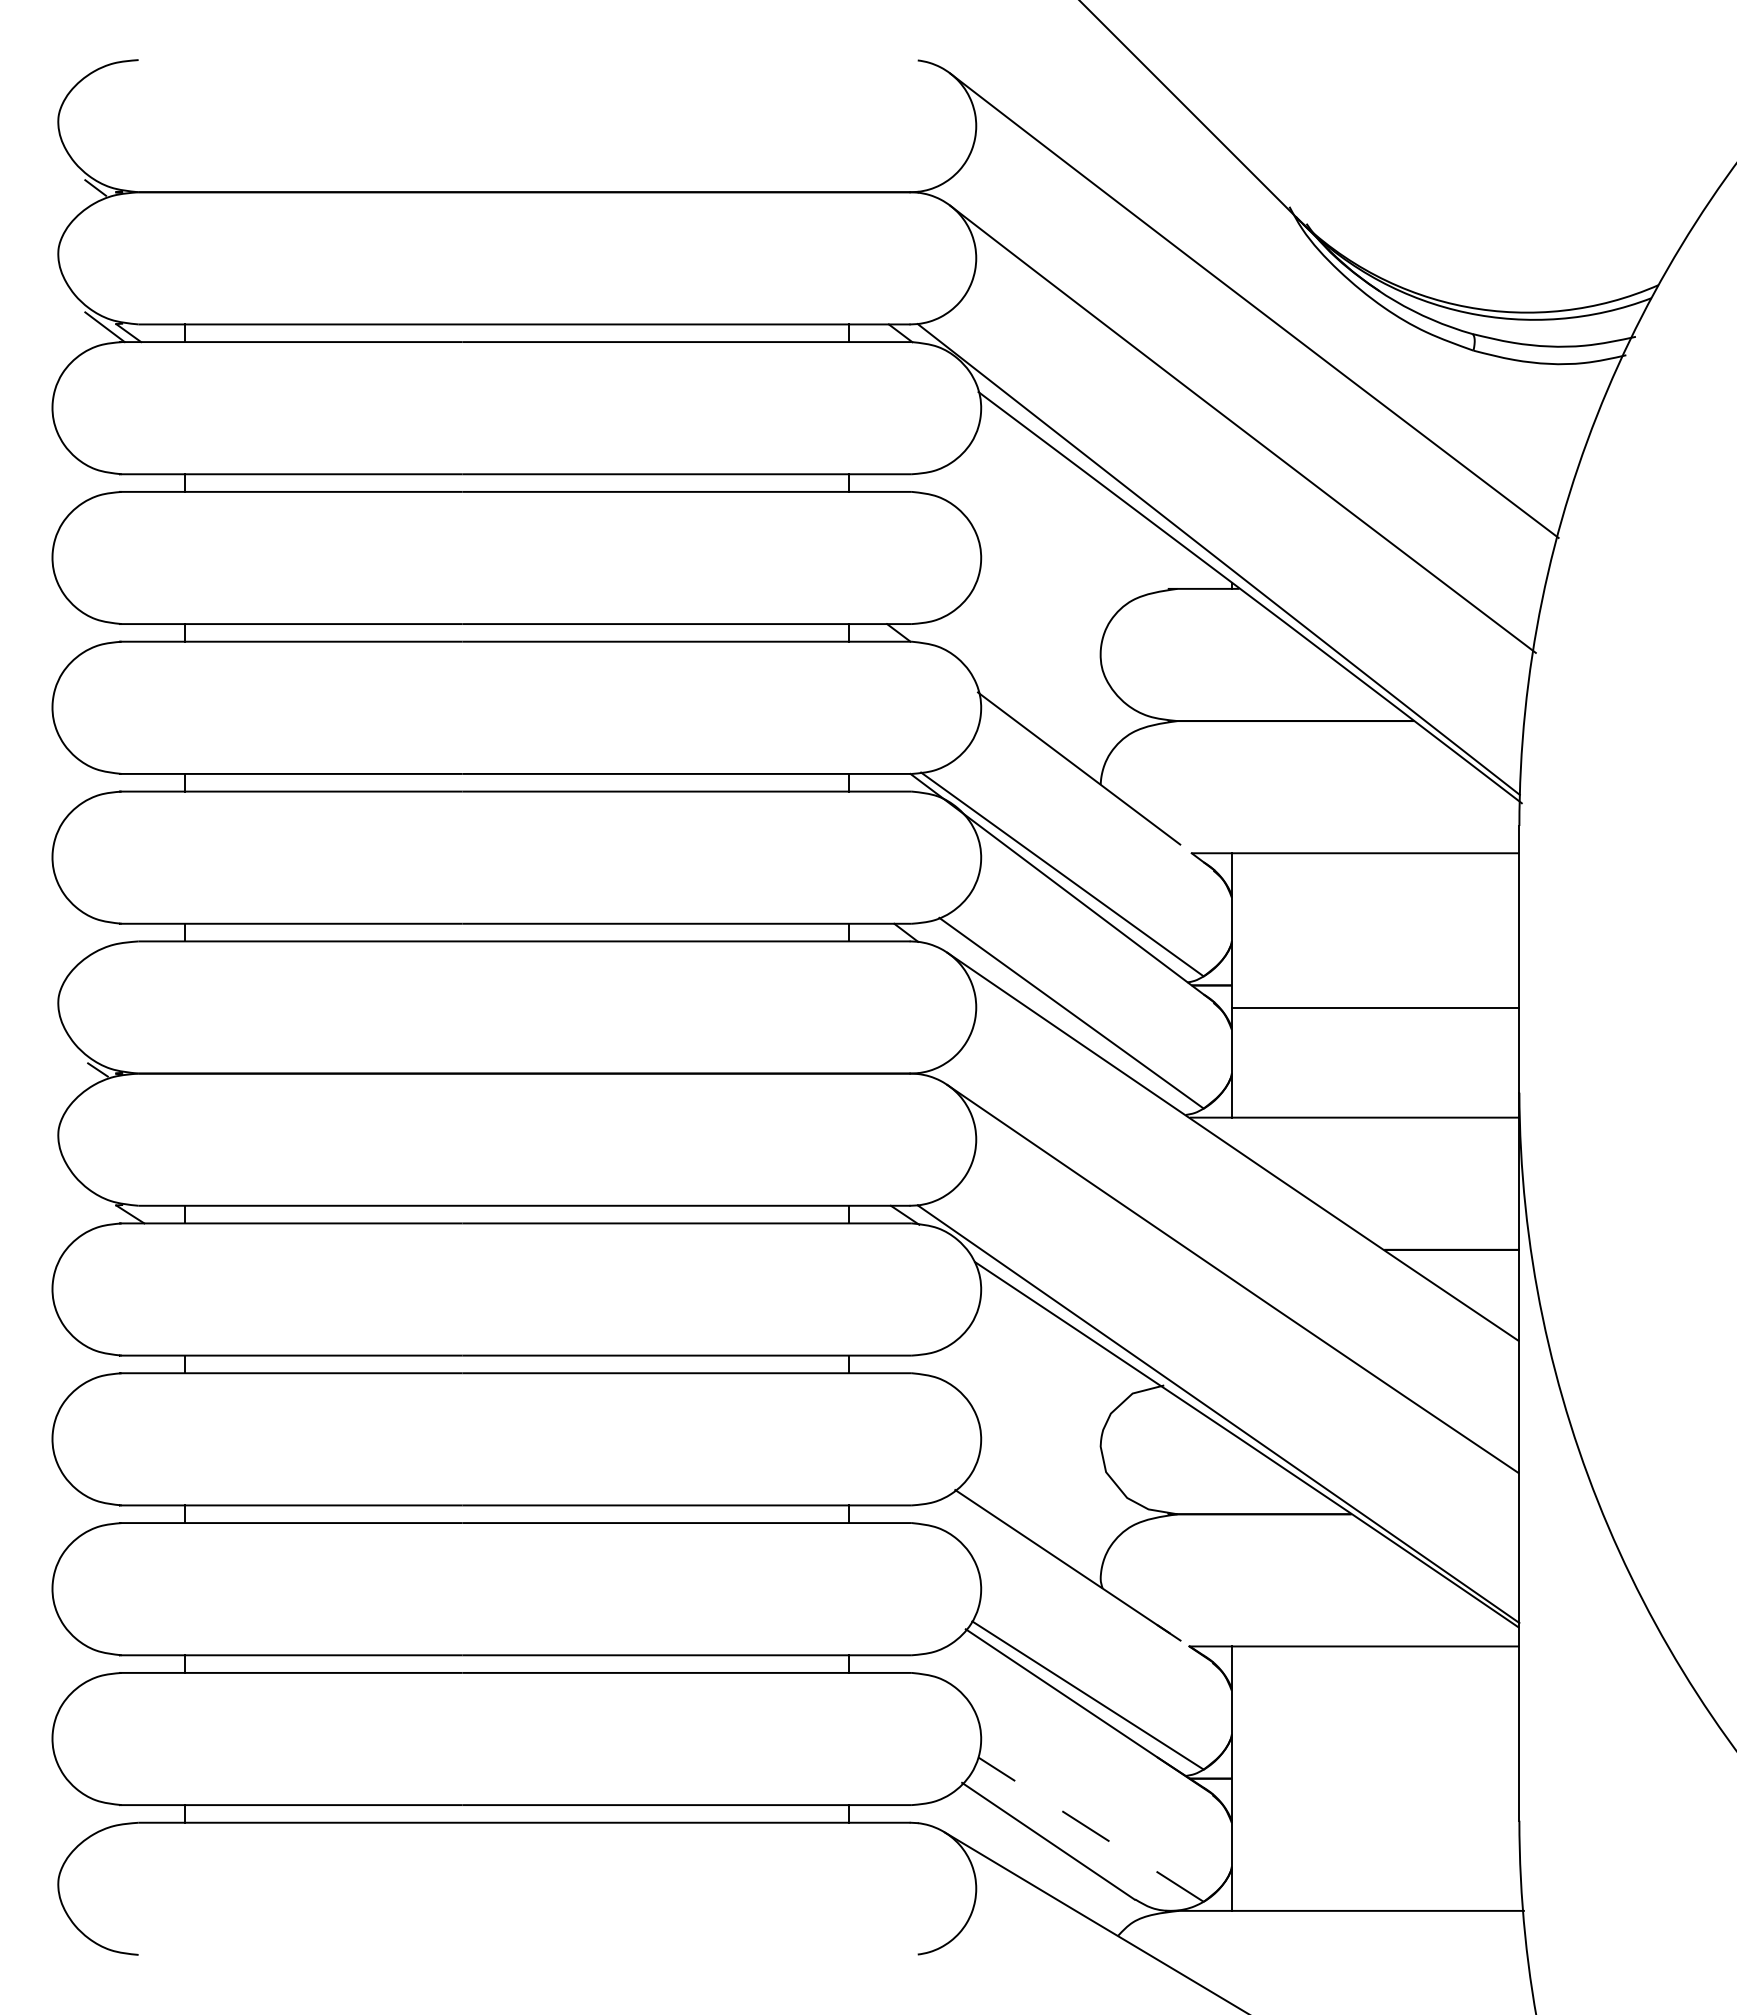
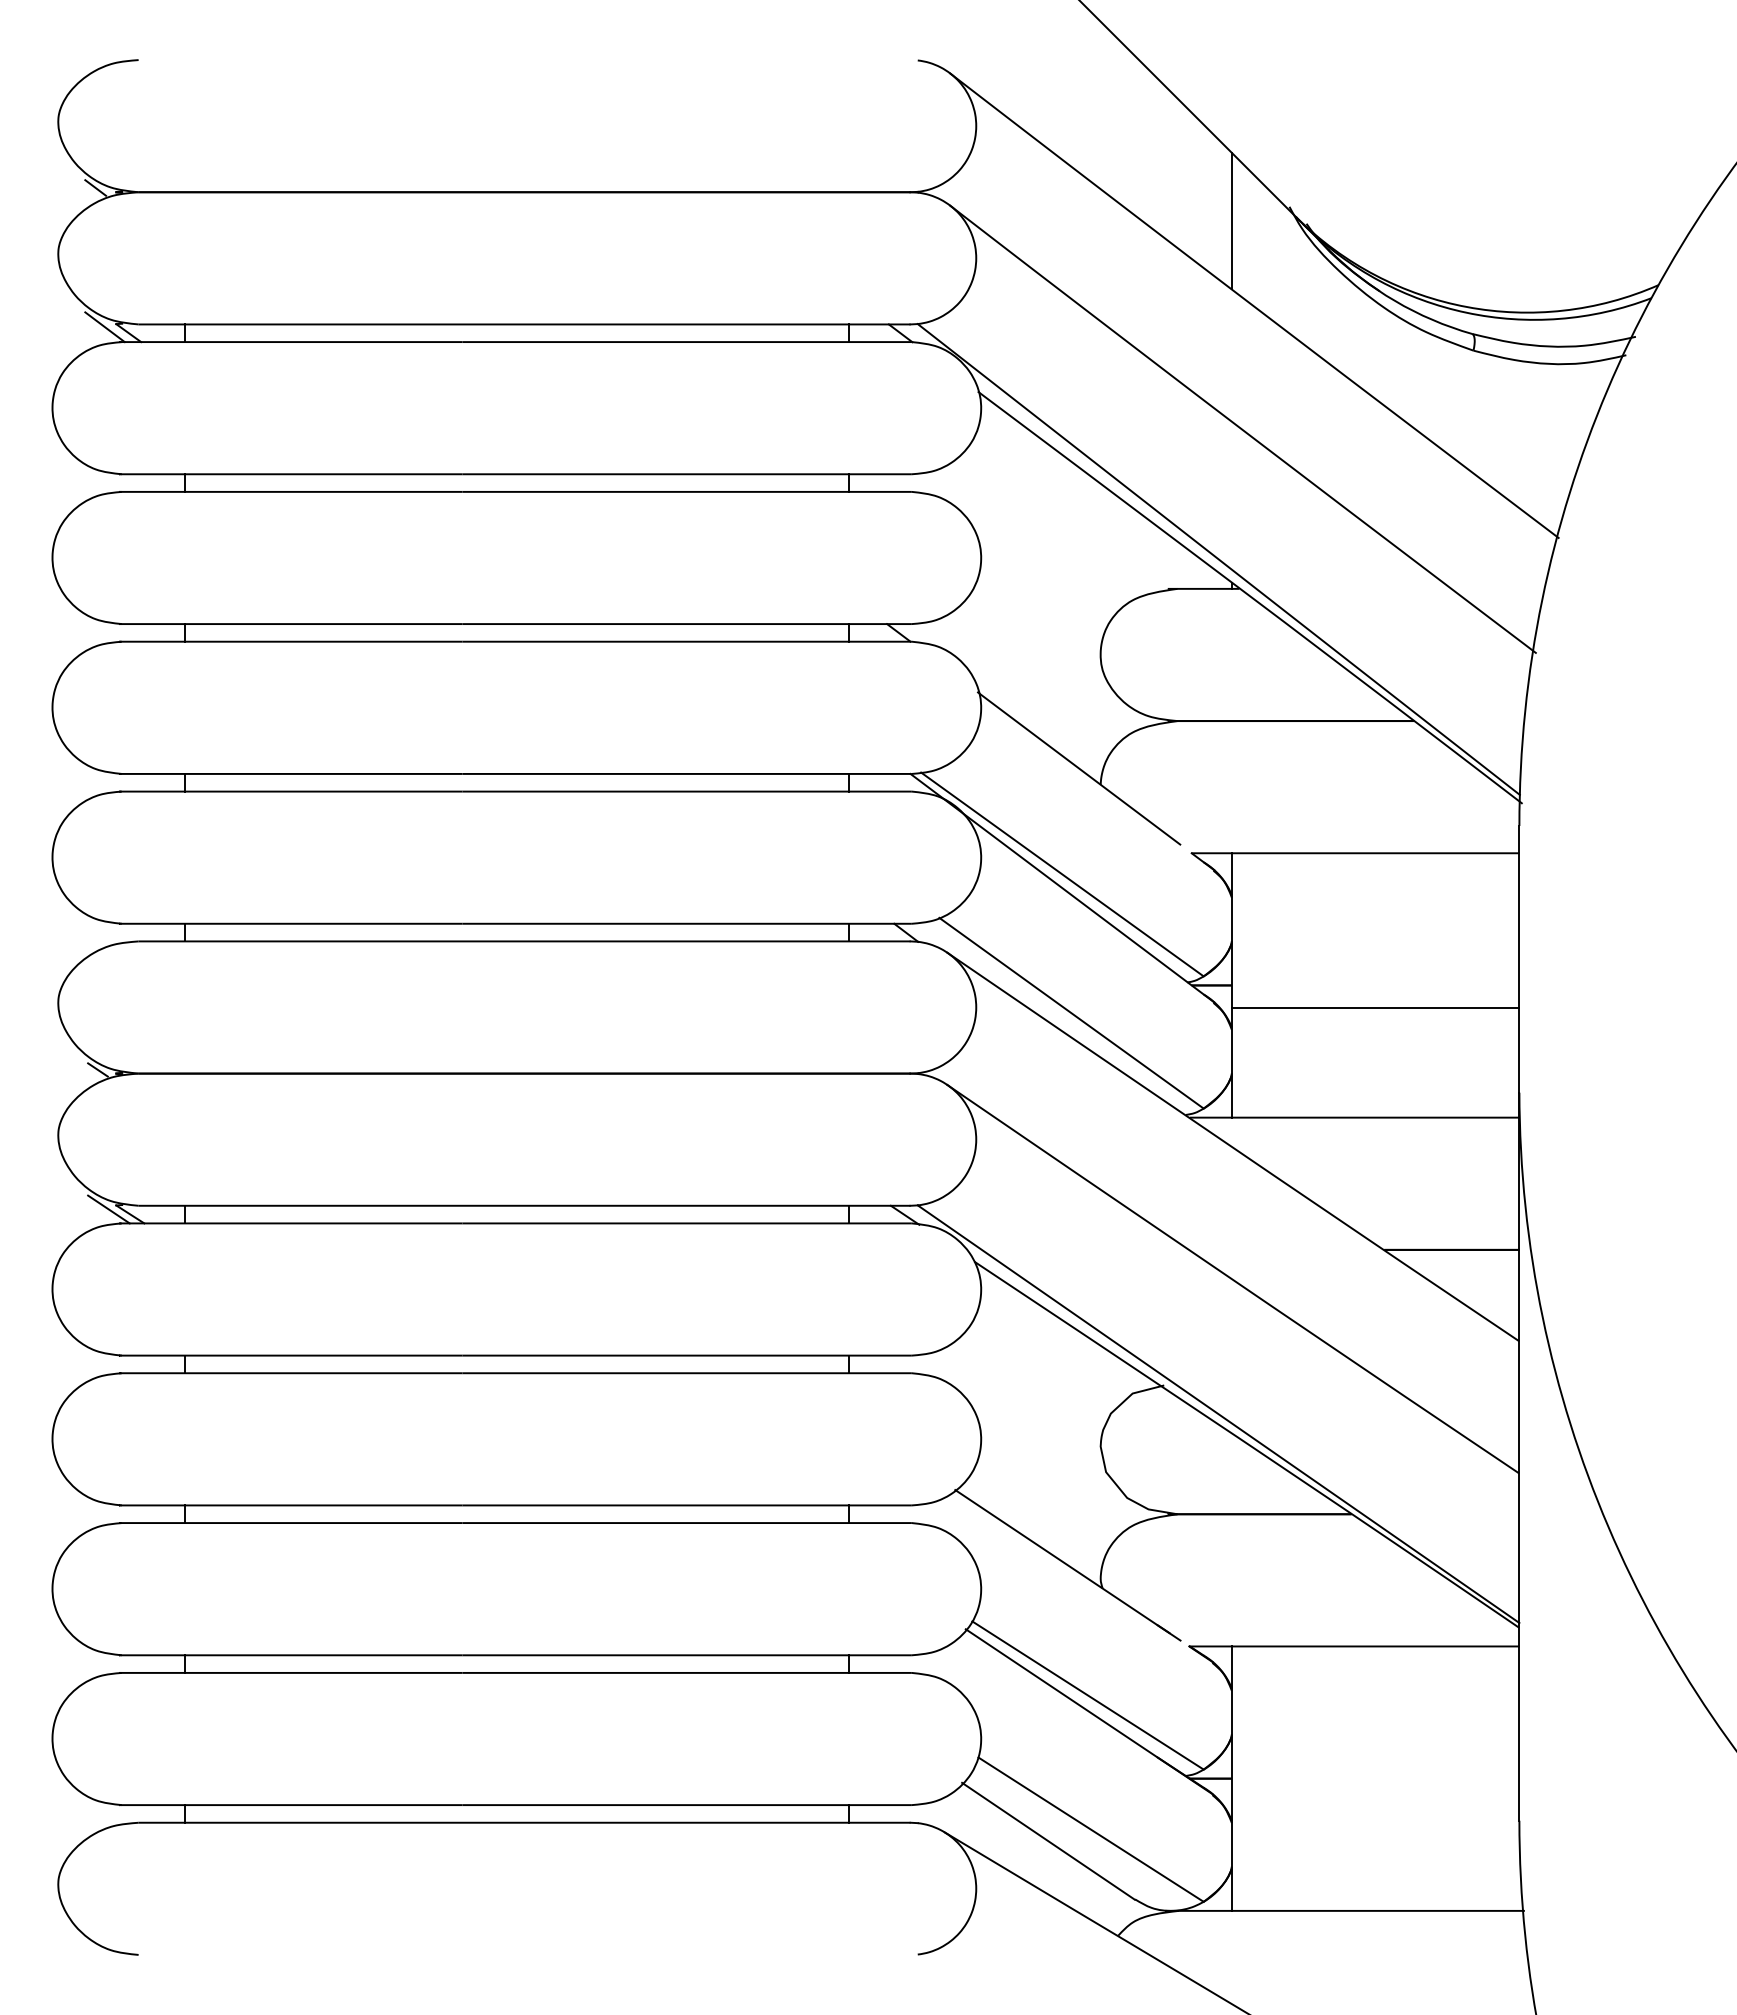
line at (1231, 220): none -> present
line at (108, 1209): none -> present
line at (1091, 1829): dashed -> solid
